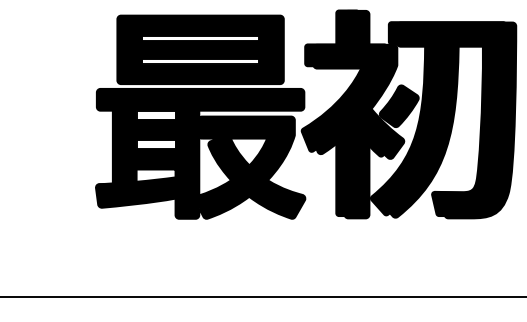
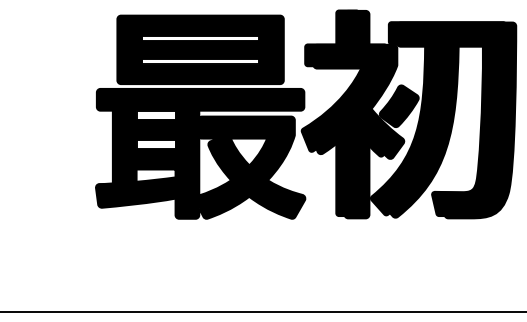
line at (262, 297) position: (262, 297) -> (262, 312)
